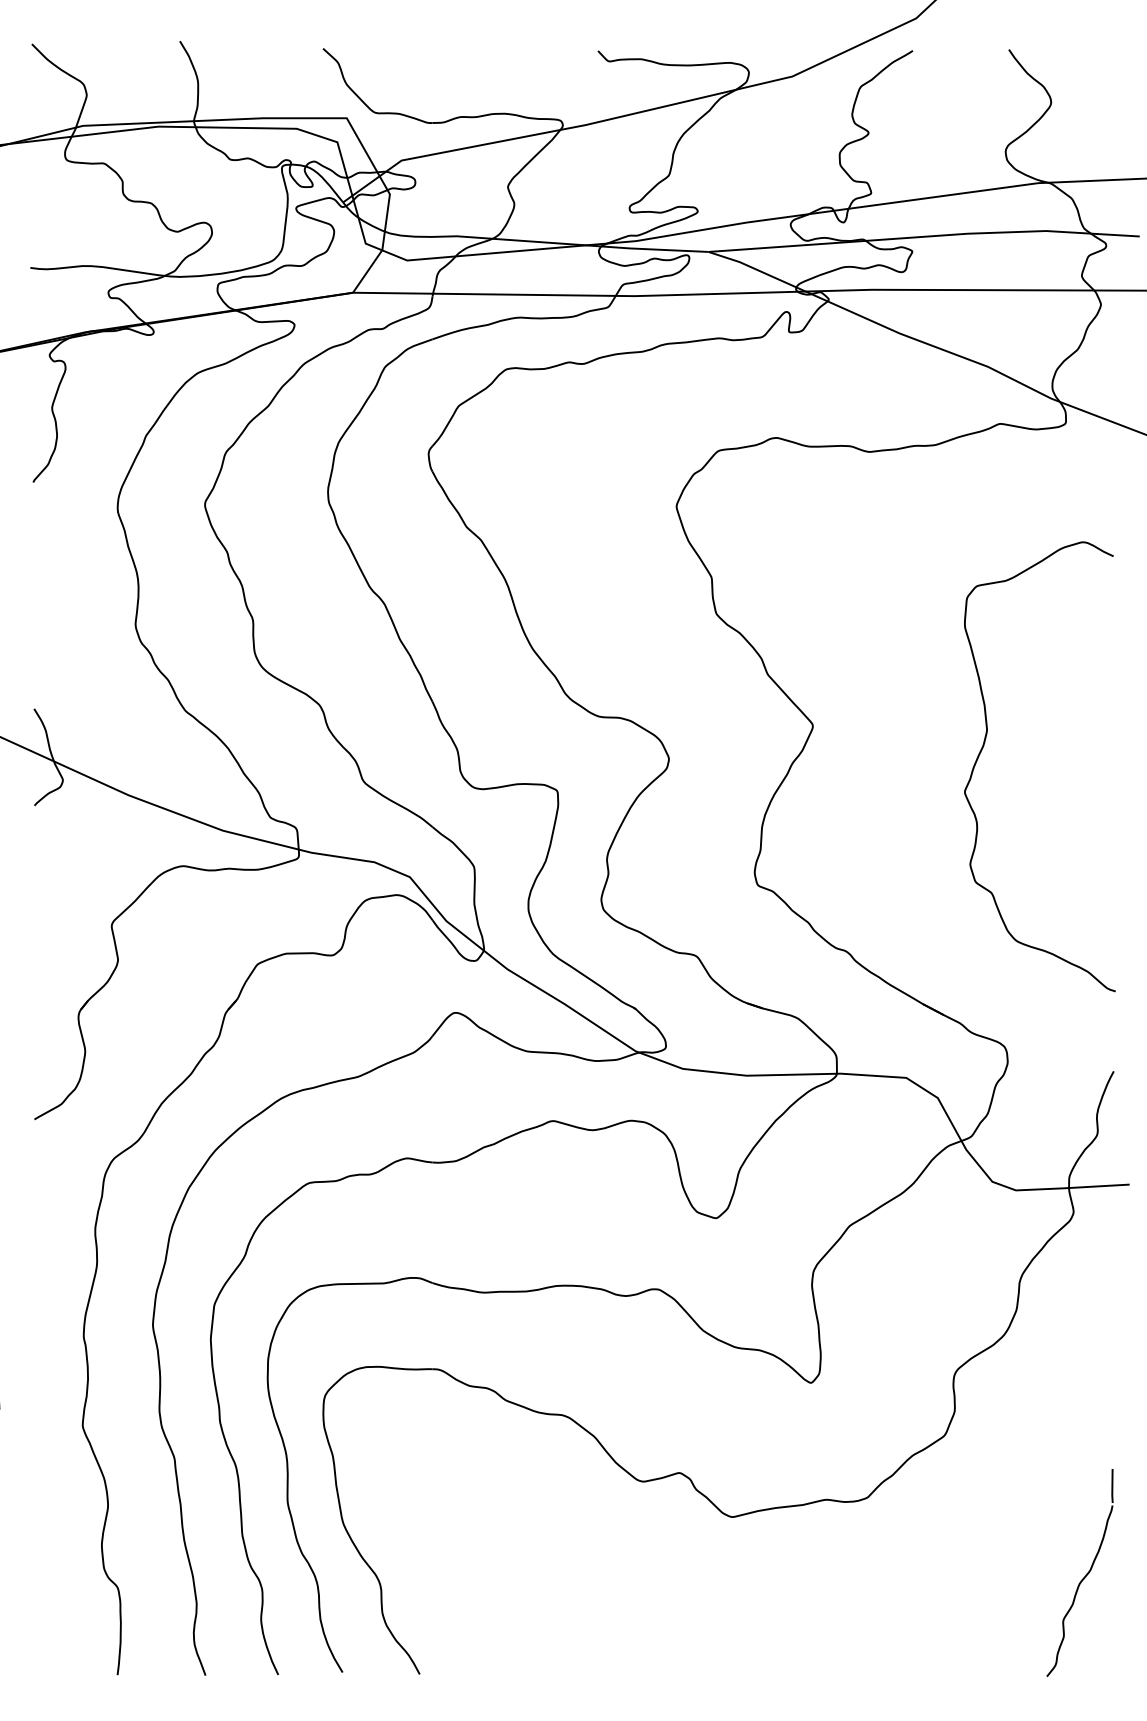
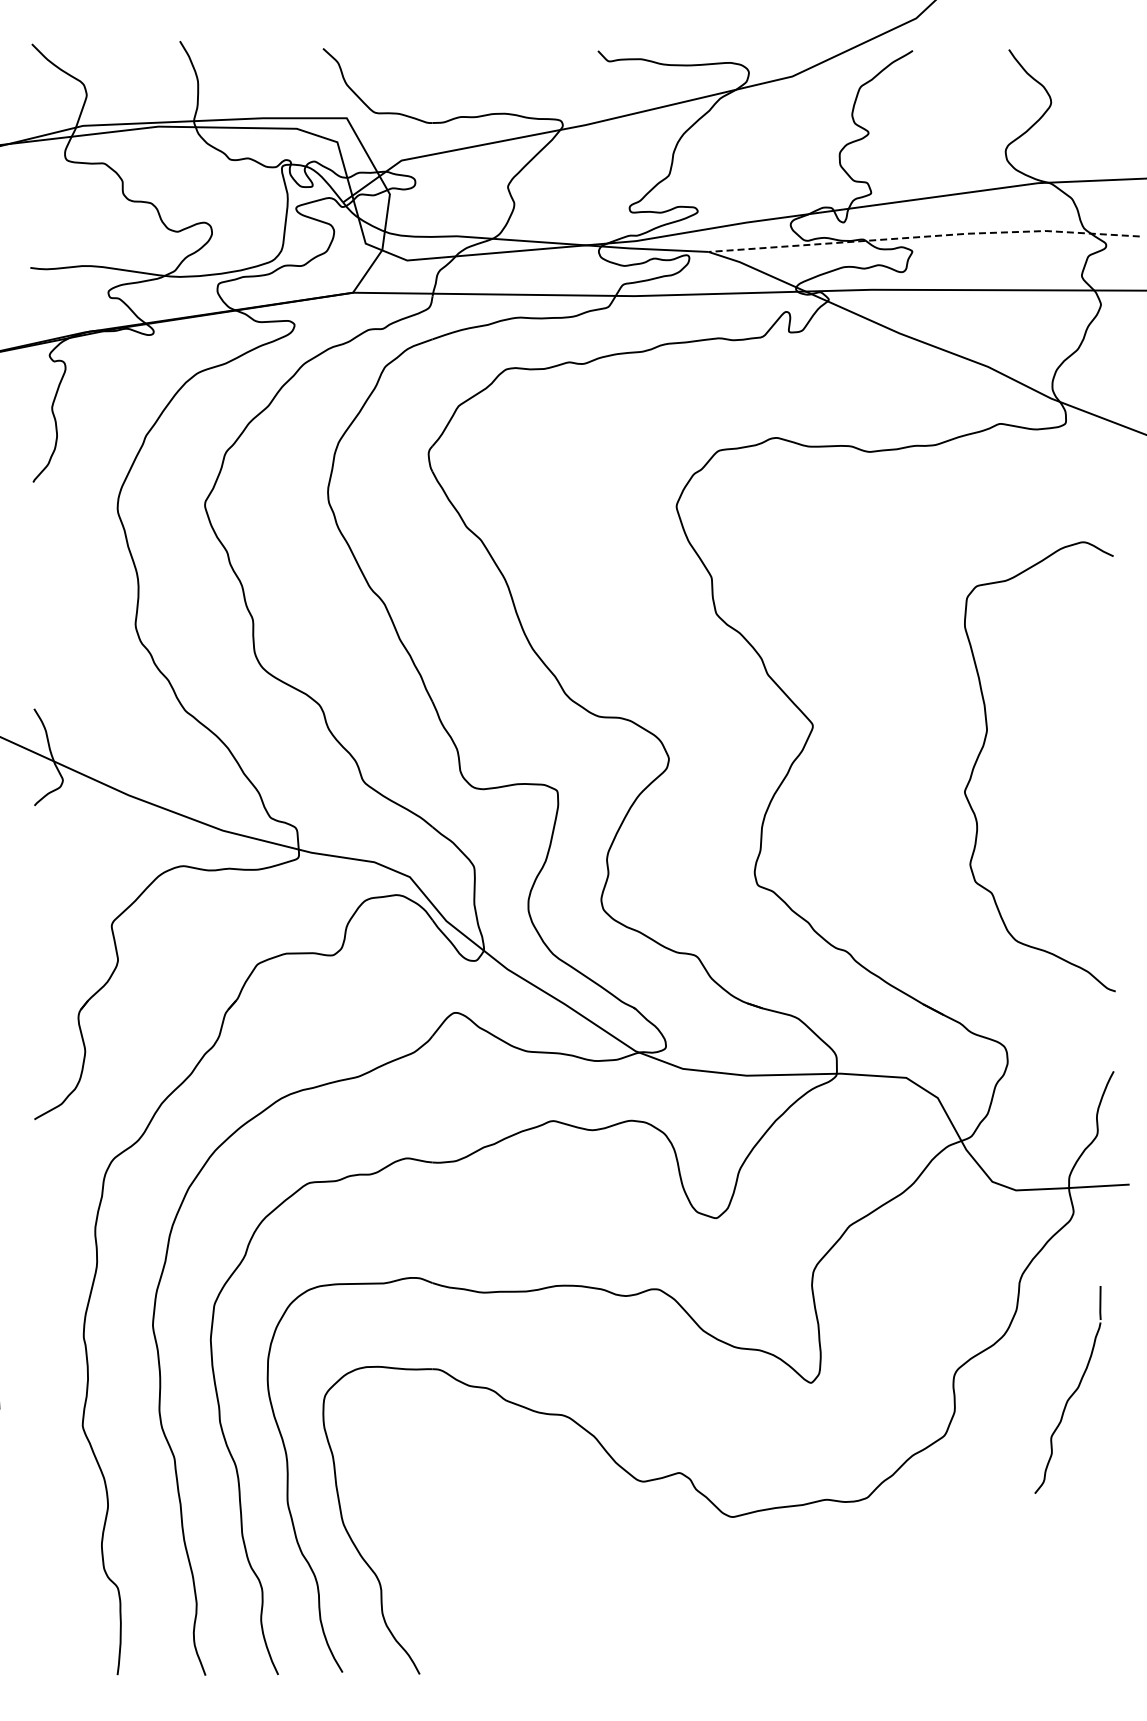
line at (924, 236): solid -> dashed
part at (1085, 1574) position: (1085, 1574) -> (1073, 1391)
